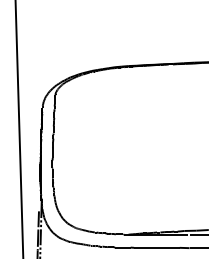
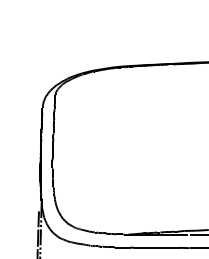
line at (19, 128): present -> none
